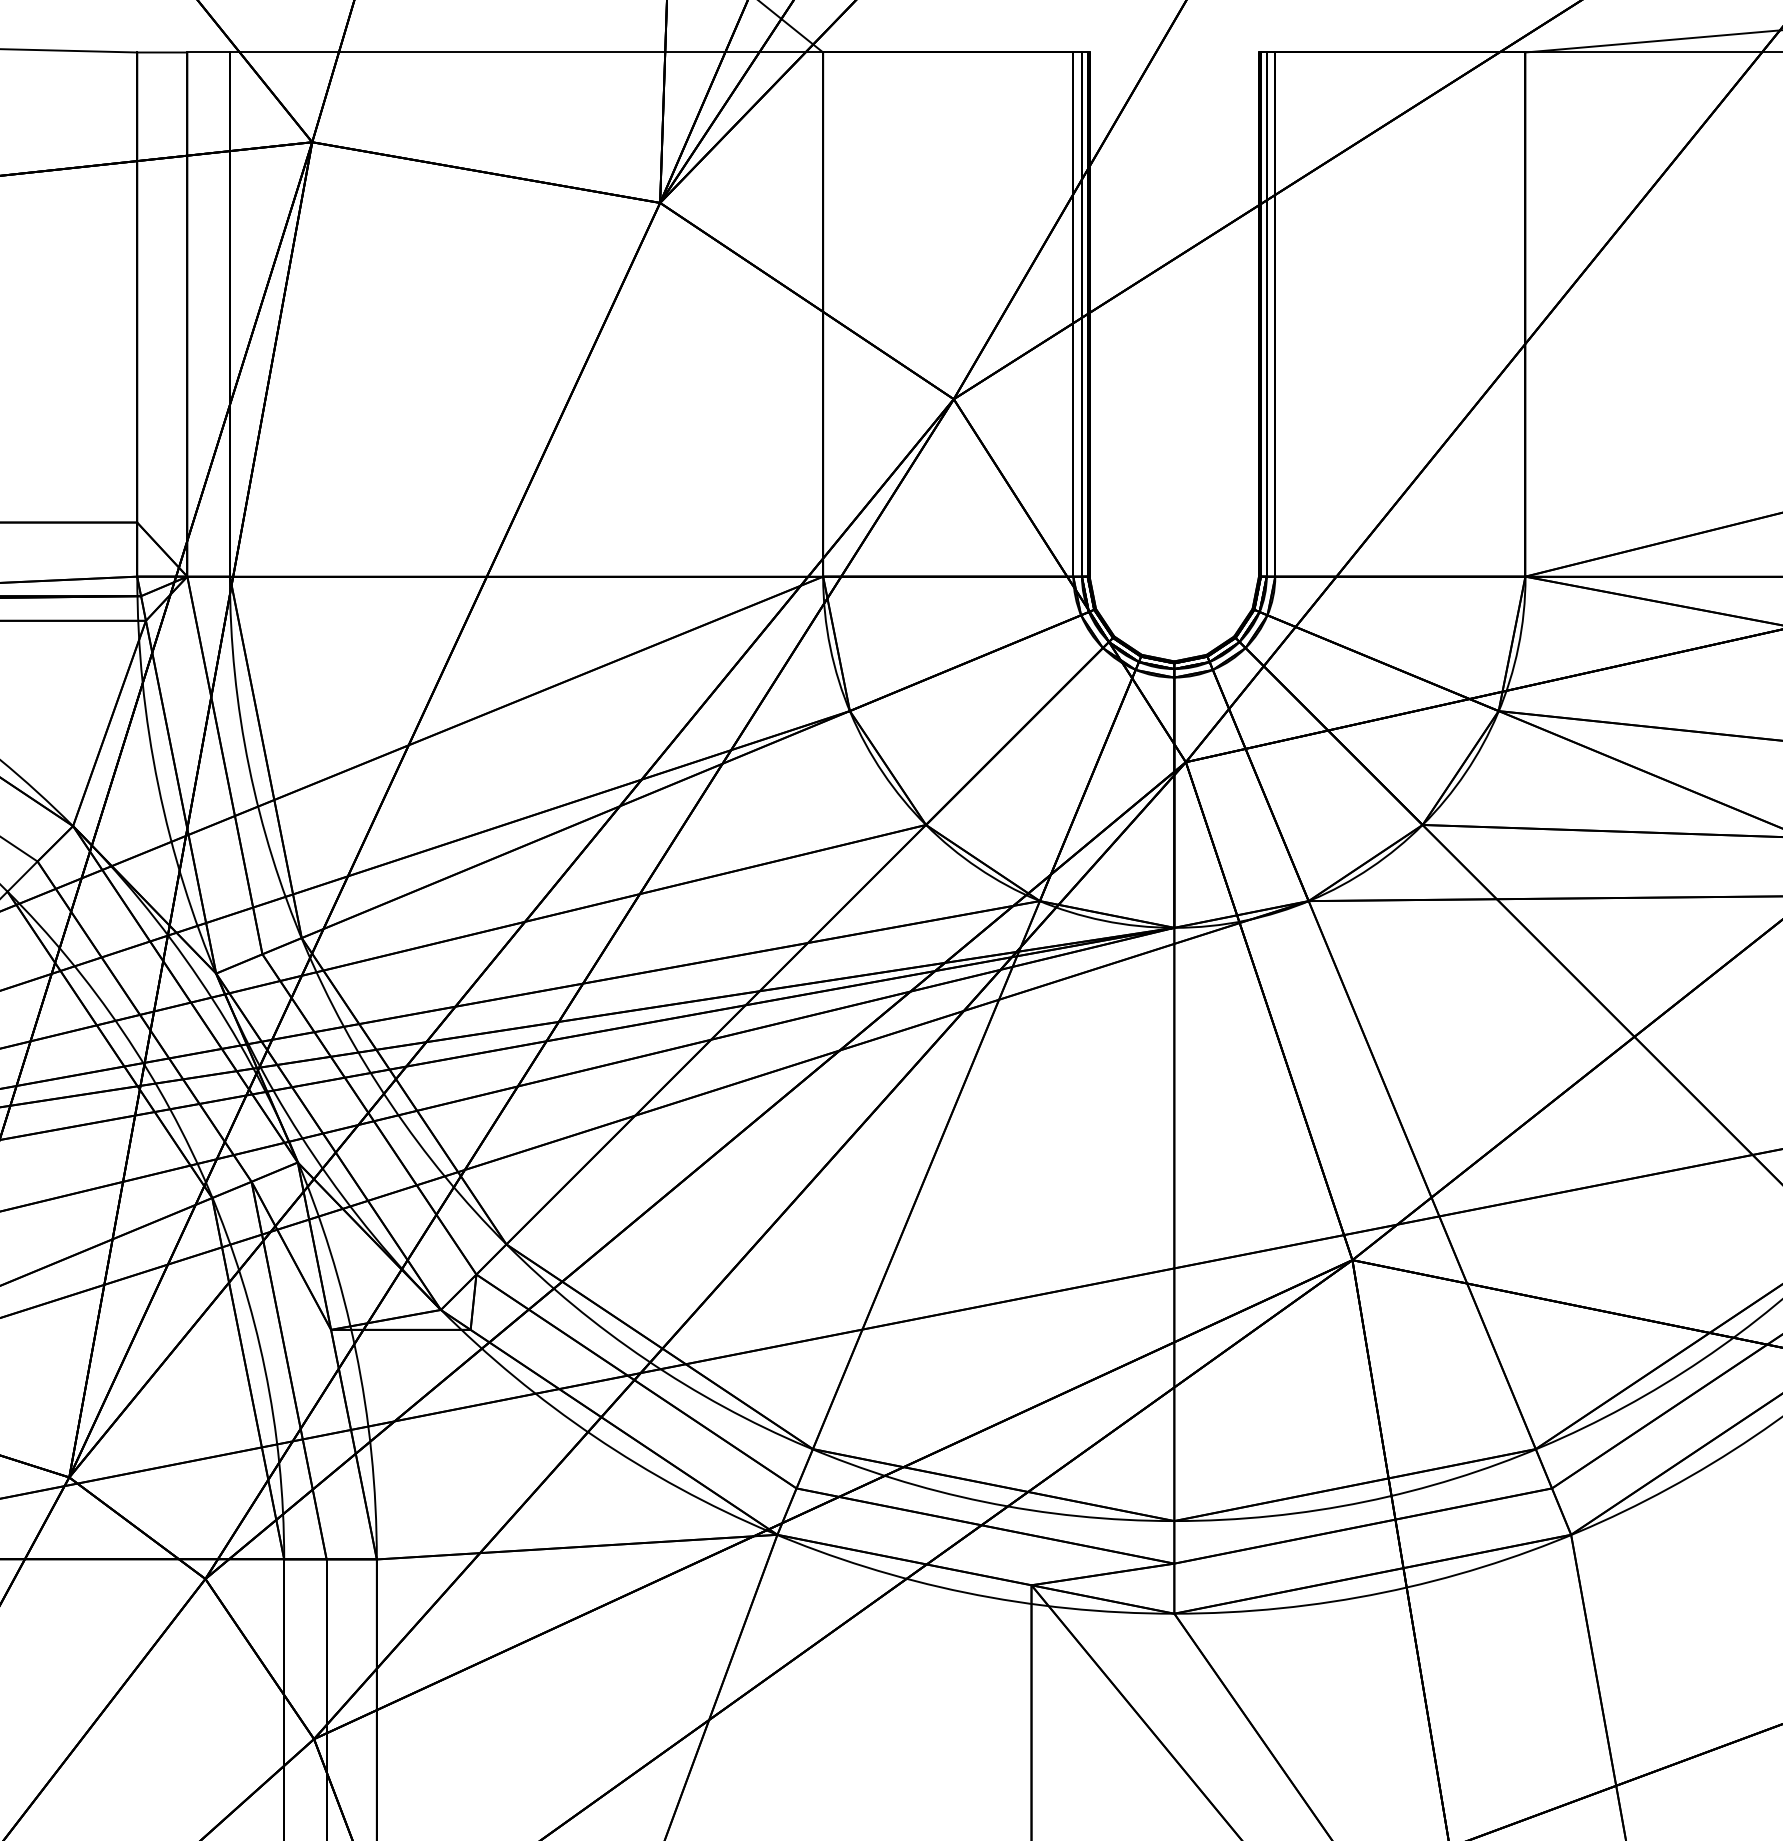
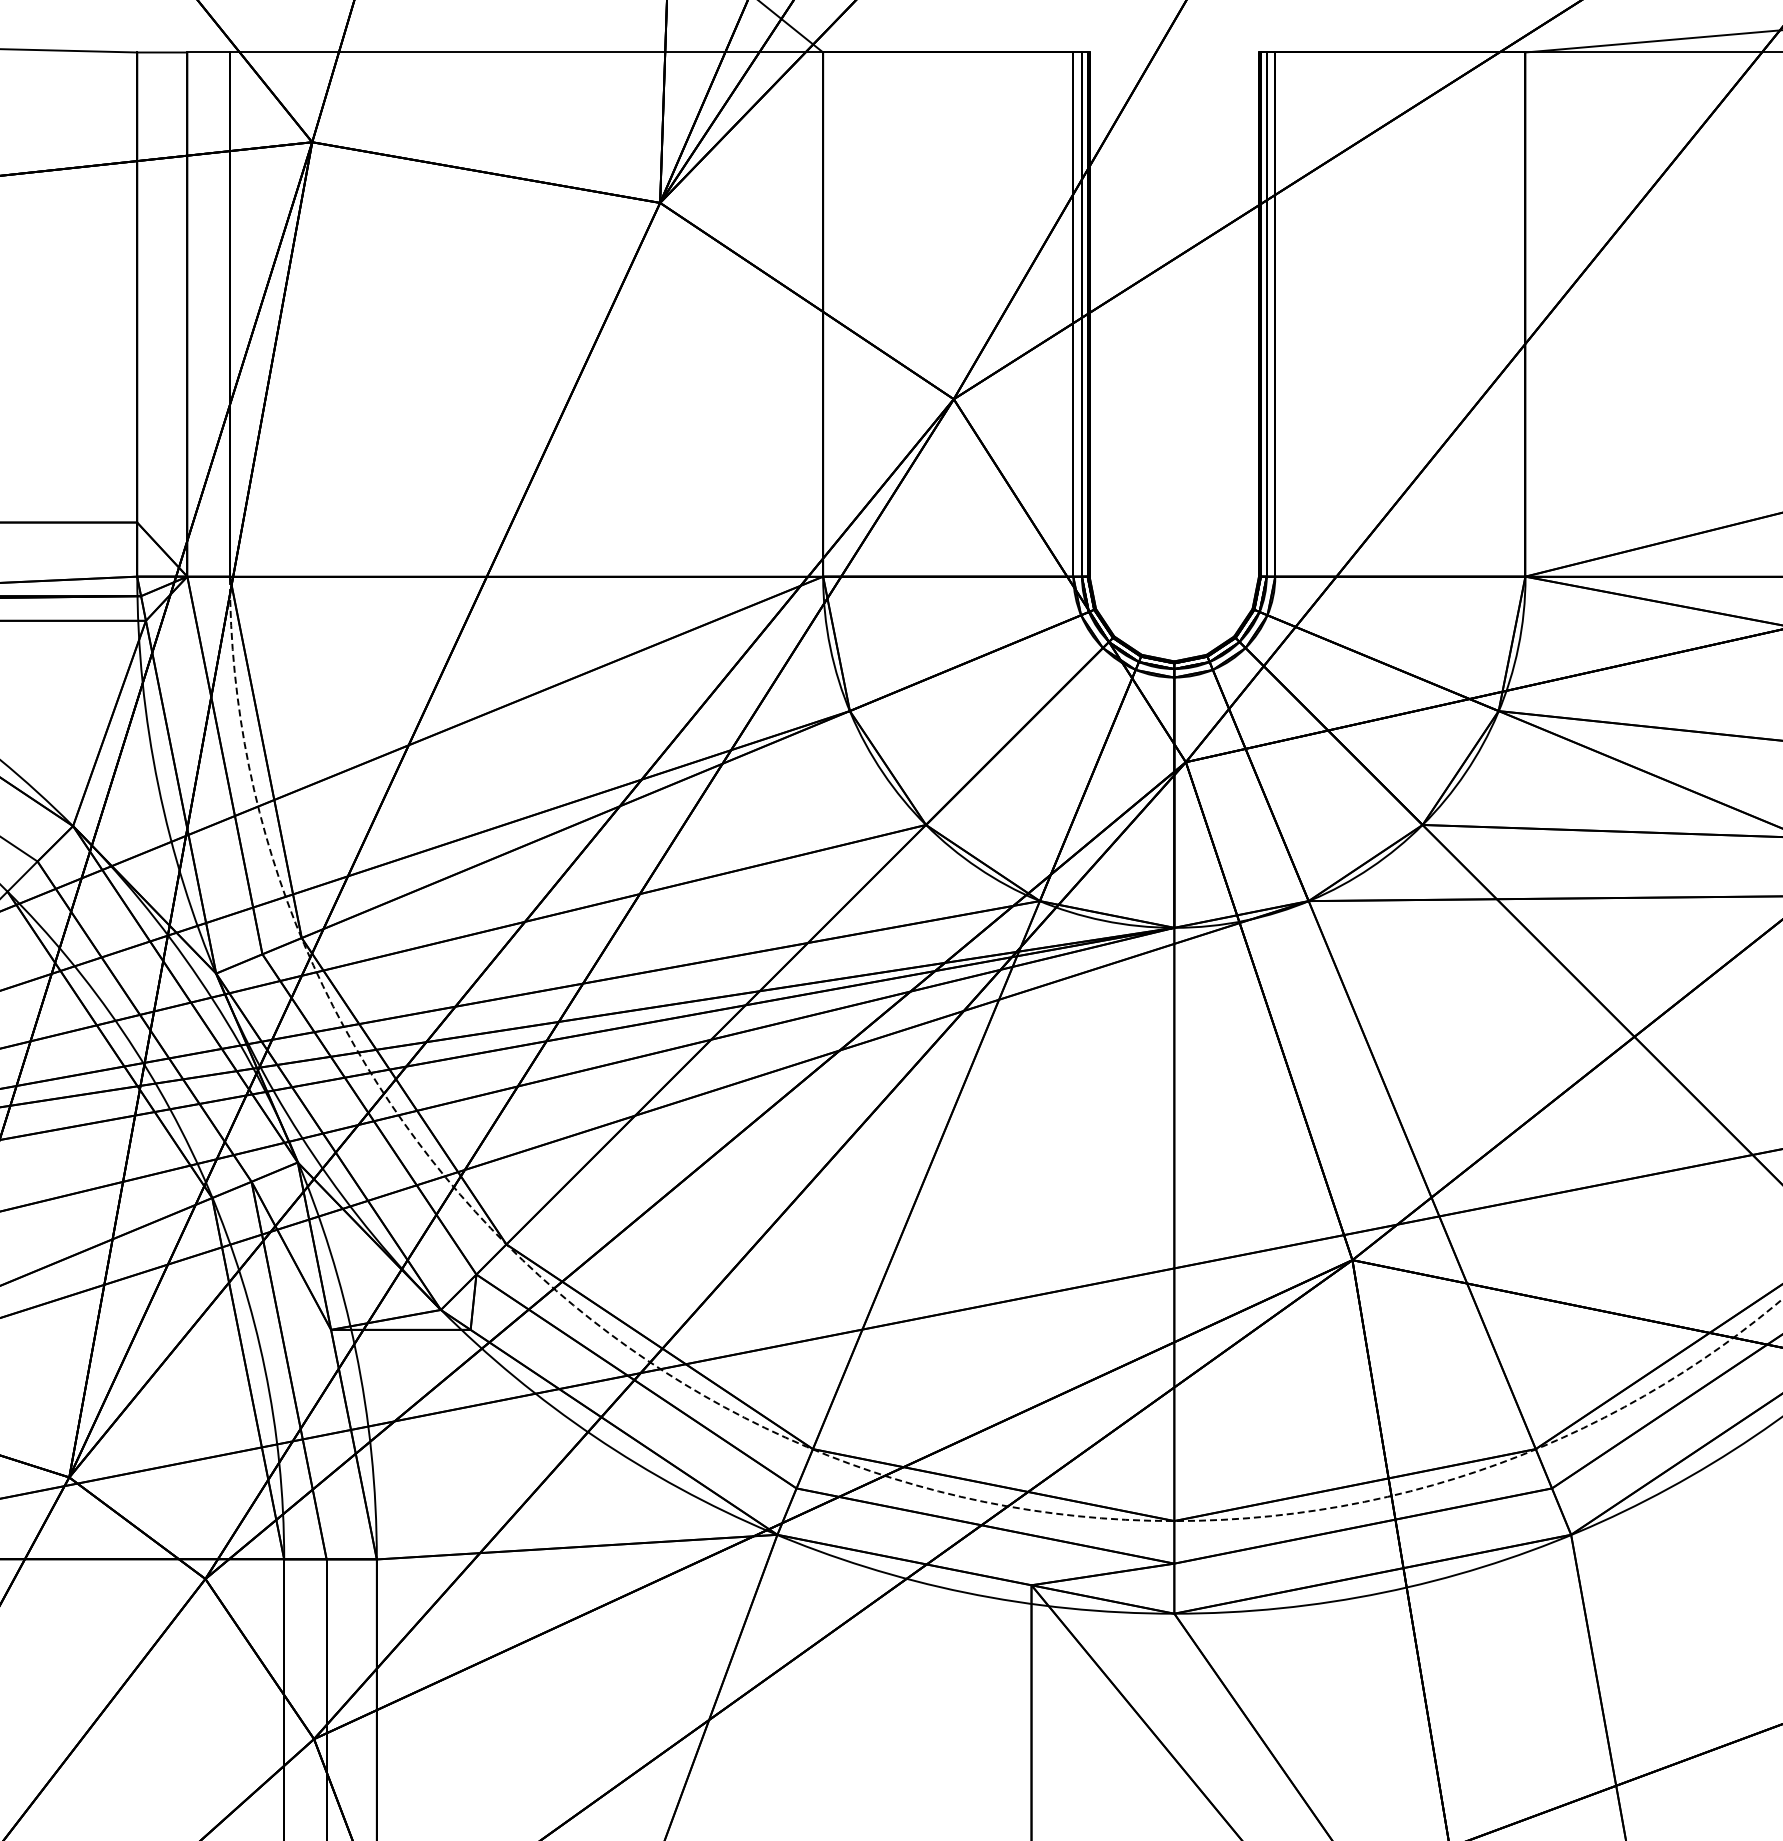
arc at (777, 1433): solid -> dashed
